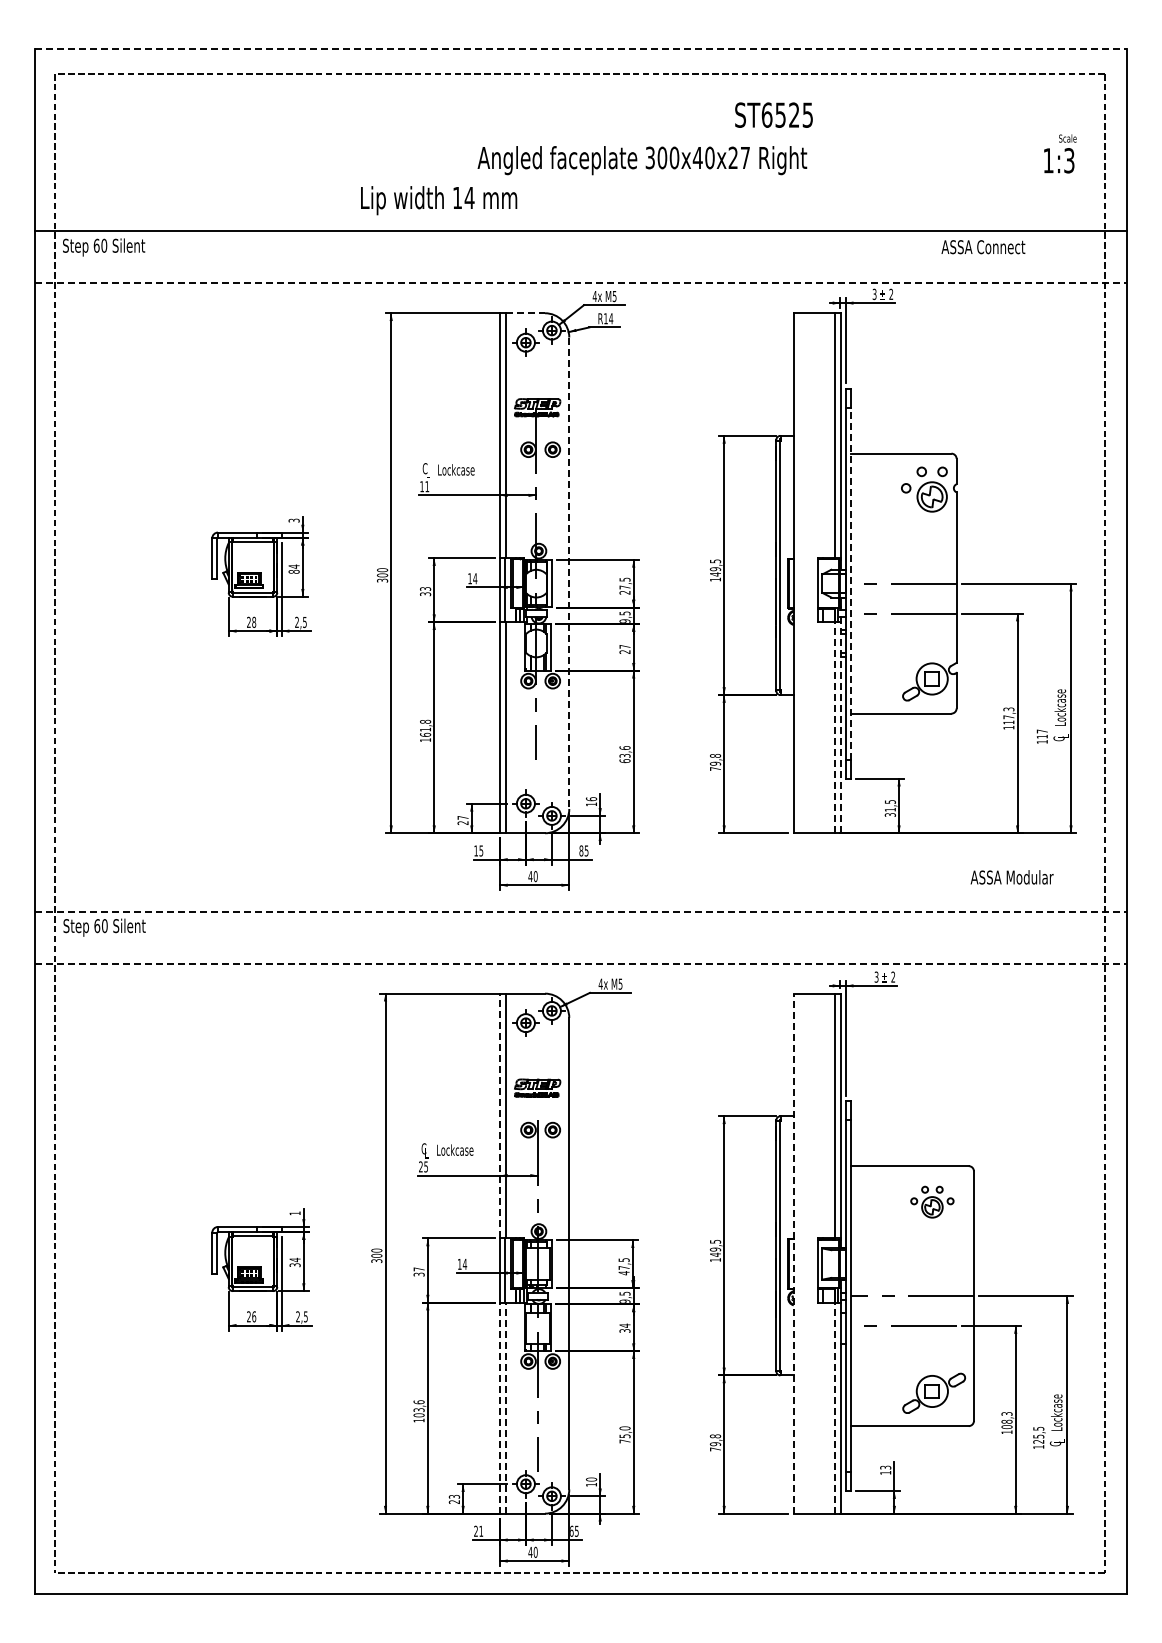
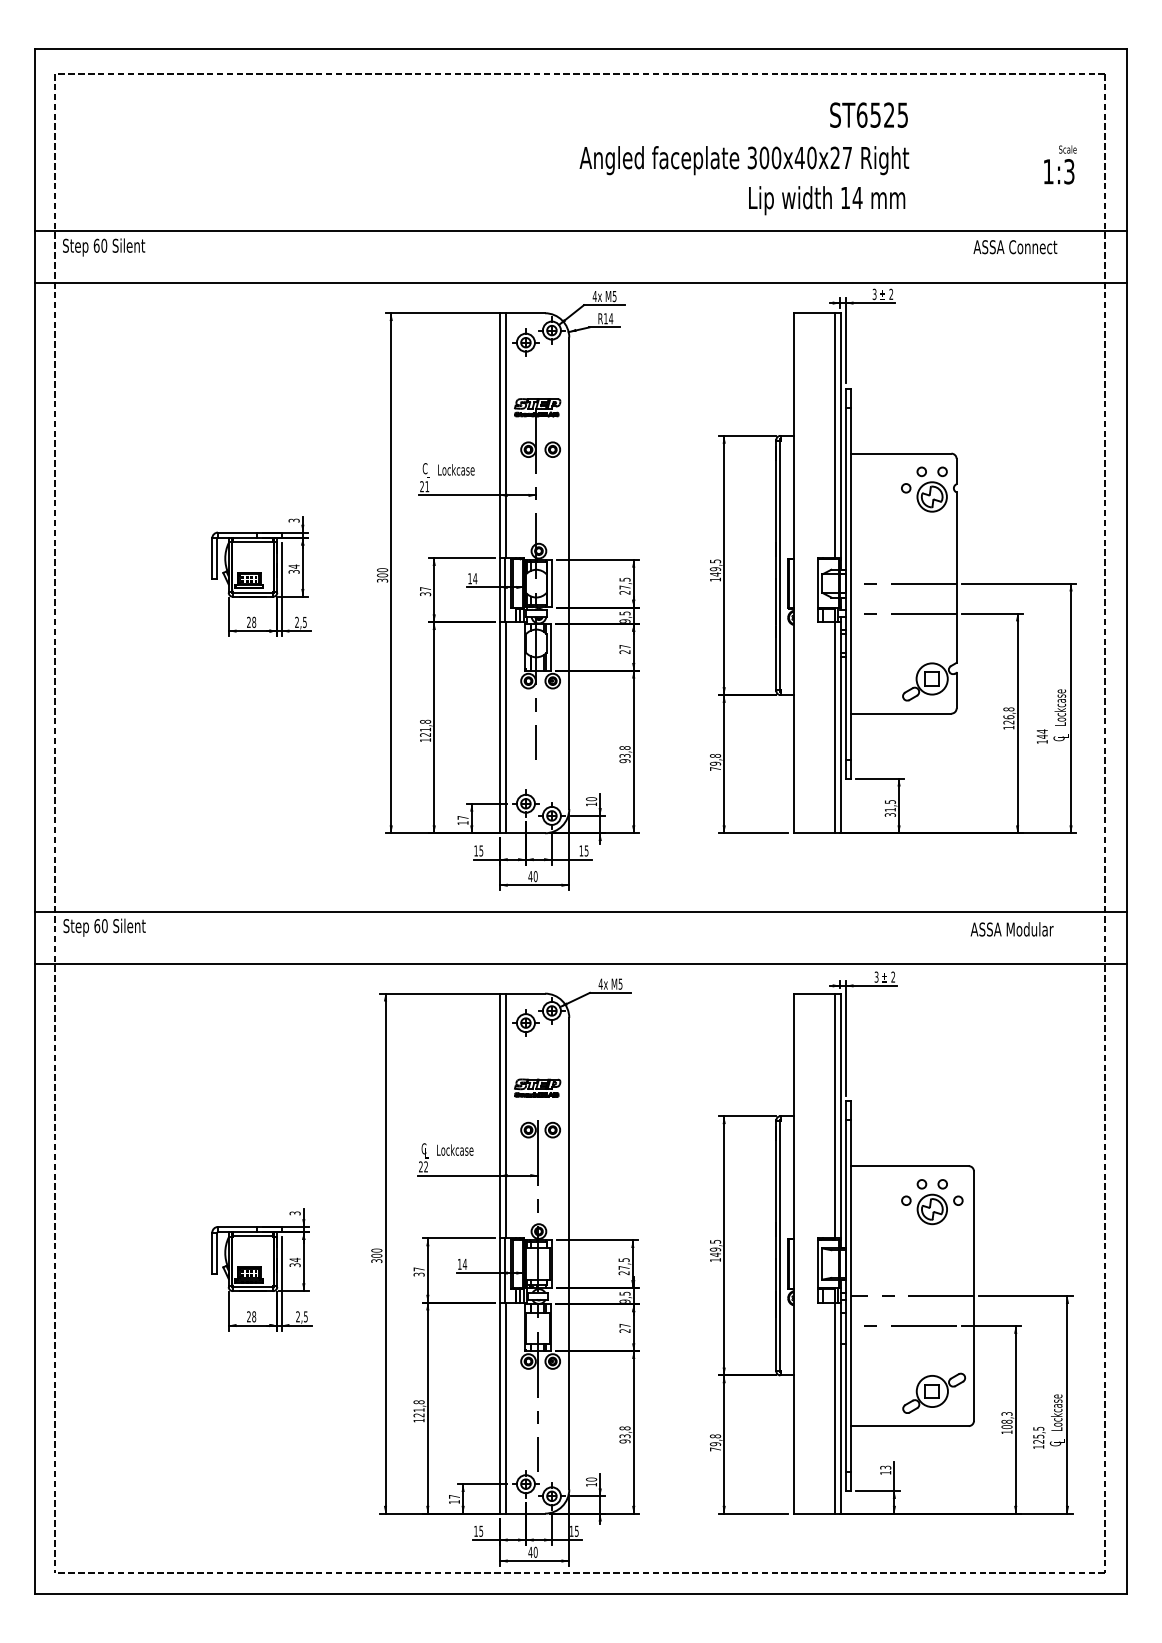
line at (581, 49): dashed -> solid
text at (773, 114) position: (773, 114) -> (868, 114)
text at (1060, 153) position: (1060, 153) -> (1060, 164)
text at (642, 160) position: (642, 160) -> (744, 160)
text at (439, 200) position: (439, 200) -> (827, 200)
text at (983, 247) position: (983, 247) -> (1015, 247)
line at (581, 283): dashed -> solid
line at (525, 313): dashed -> solid
text at (421, 486): 11 -> 21
text at (293, 571): 84 -> 34
line at (569, 573): dashed -> solid
line at (850, 583): dashed -> solid
text at (425, 588): 33 -> 37
text at (1008, 715): 117,3 -> 126,8
line at (834, 727): dashed -> solid
line at (840, 727): dashed -> solid
text at (1041, 733): 117 -> 144
text at (425, 734): 161,8 -> 121,8
text at (624, 754): 63,6 -> 93,8
text at (591, 798): 16 -> 10
text at (462, 822): 27 -> 17
text at (581, 850): 85 -> 15
text at (1011, 877) position: (1011, 877) -> (1011, 929)
line at (581, 912): dashed -> solid
line at (581, 964): dashed -> solid
line at (499, 1115): dashed -> solid
text at (425, 1166): 25 -> 22
part at (932, 1201) size: 45x34 px -> 63x47 px
text at (294, 1213): 1 -> 3
line at (793, 1253): dashed -> solid
text at (623, 1273): 47,5 -> 27,5
text at (254, 1316): 26 -> 28
text at (624, 1327): 34 -> 27
text at (418, 1408): 103,6 -> 121,8
line at (499, 1408): dashed -> solid
line at (505, 1408): dashed -> solid
line at (834, 1408): dashed -> solid
text at (624, 1434): 75,0 -> 93,8
text at (454, 1499): 23 -> 17
text at (478, 1530): 21 -> 15
text at (571, 1530): 65 -> 15
